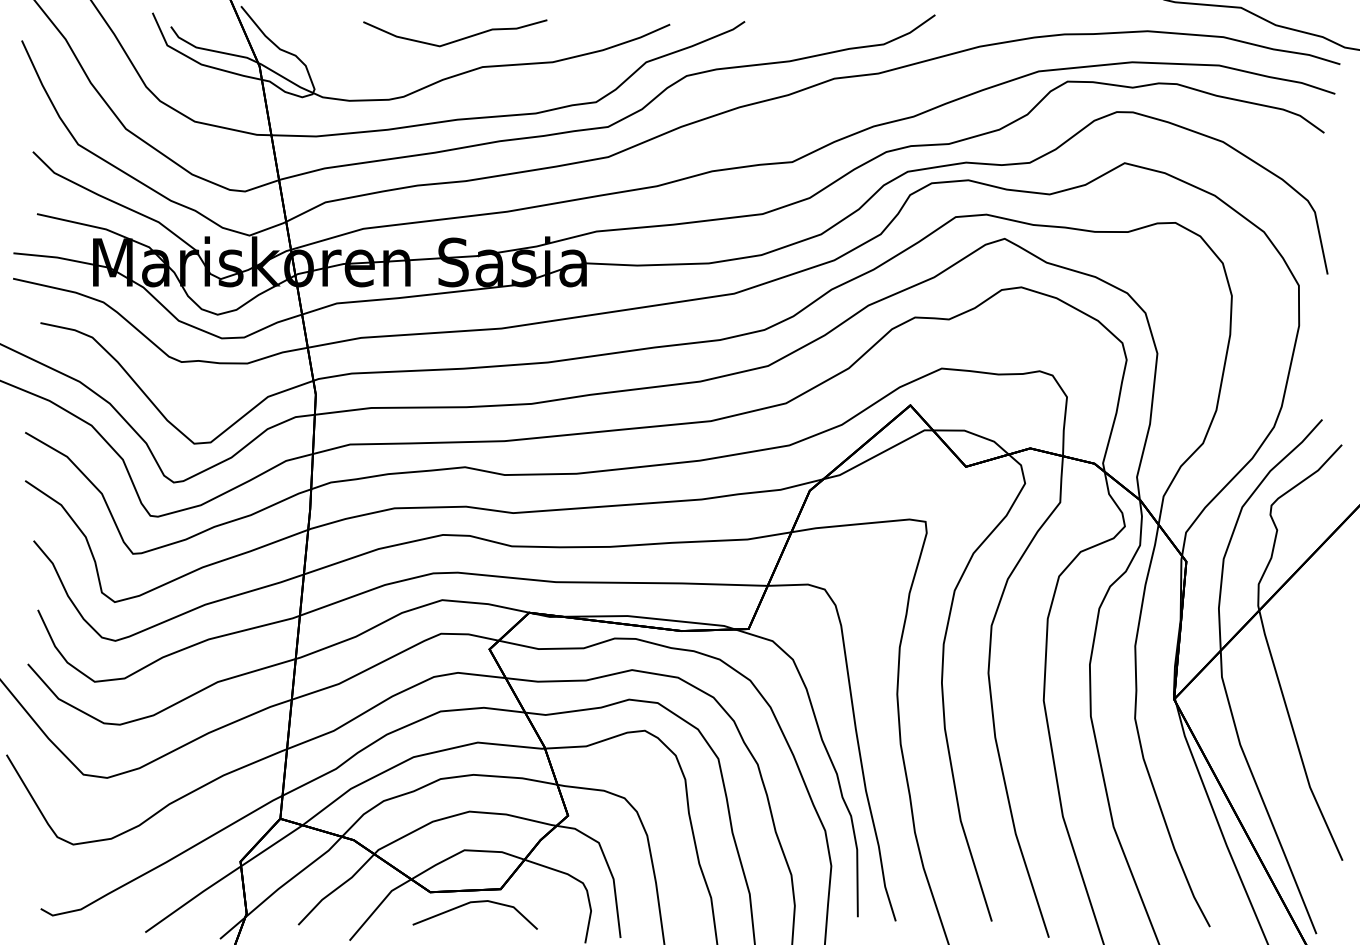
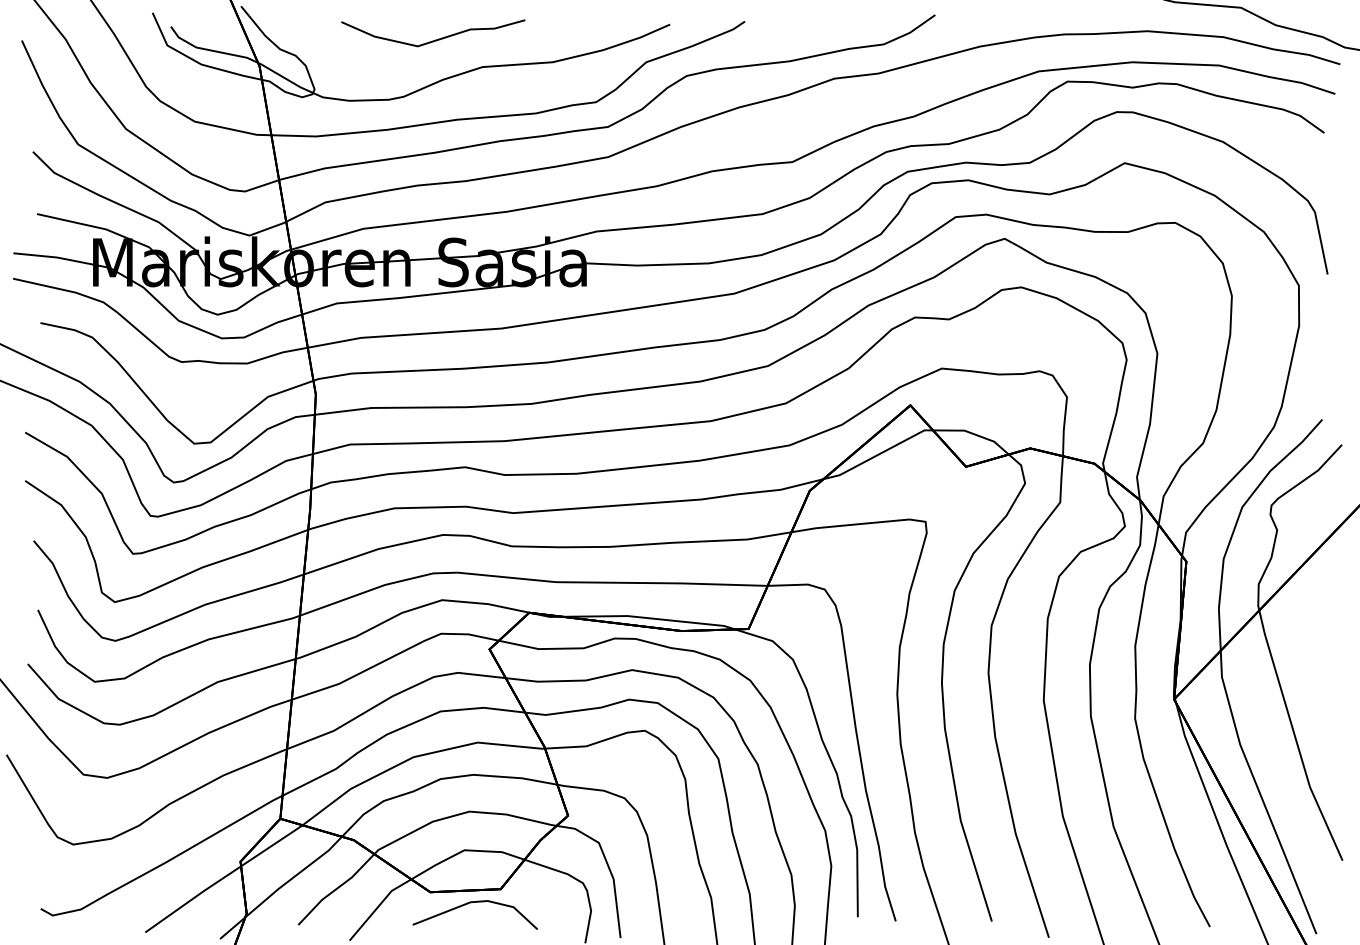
curve at (457, 39) position: (457, 39) -> (435, 39)
